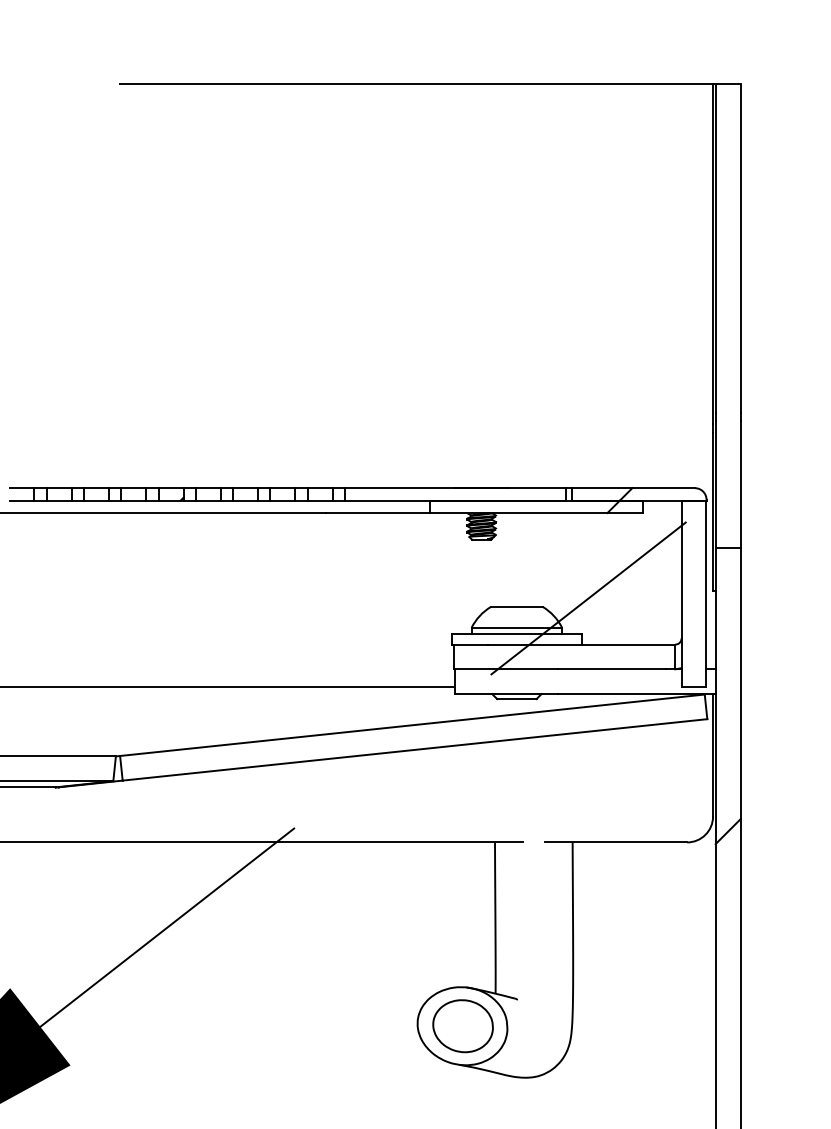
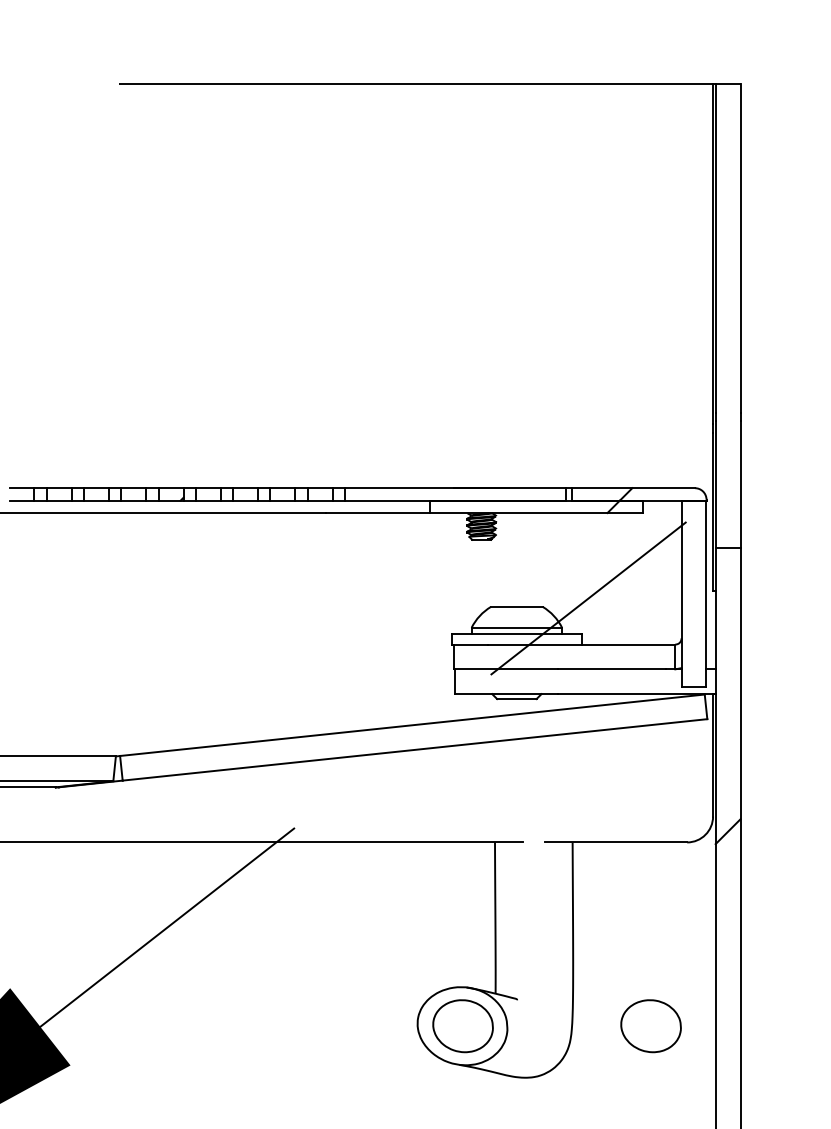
line at (228, 686): present -> none
part at (650, 1026): none -> present
